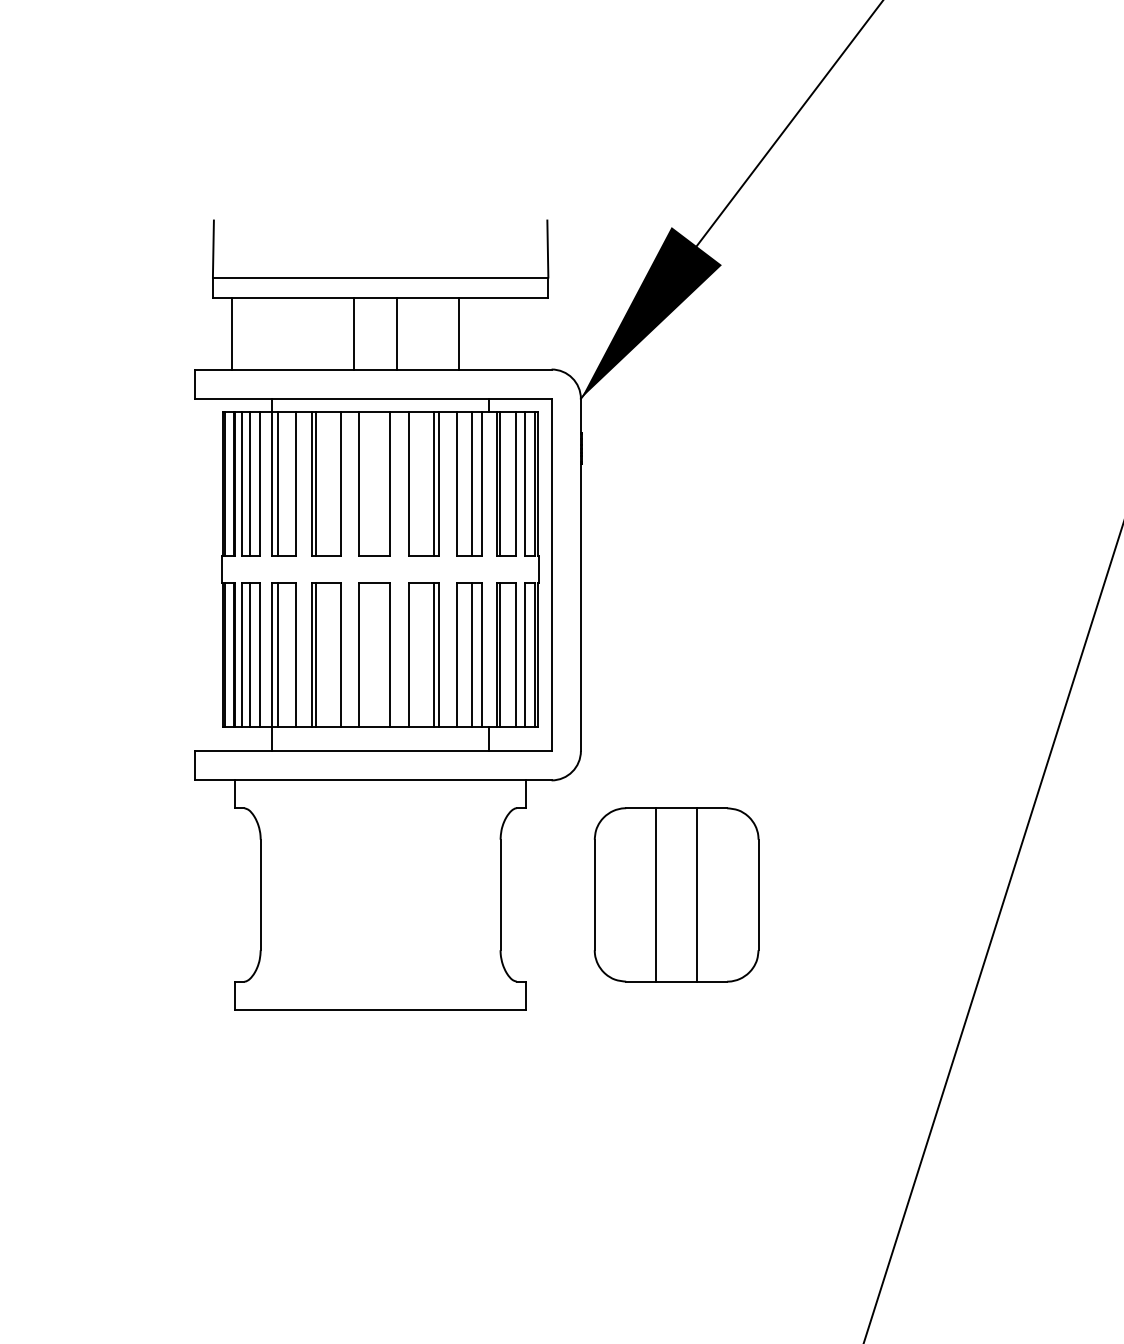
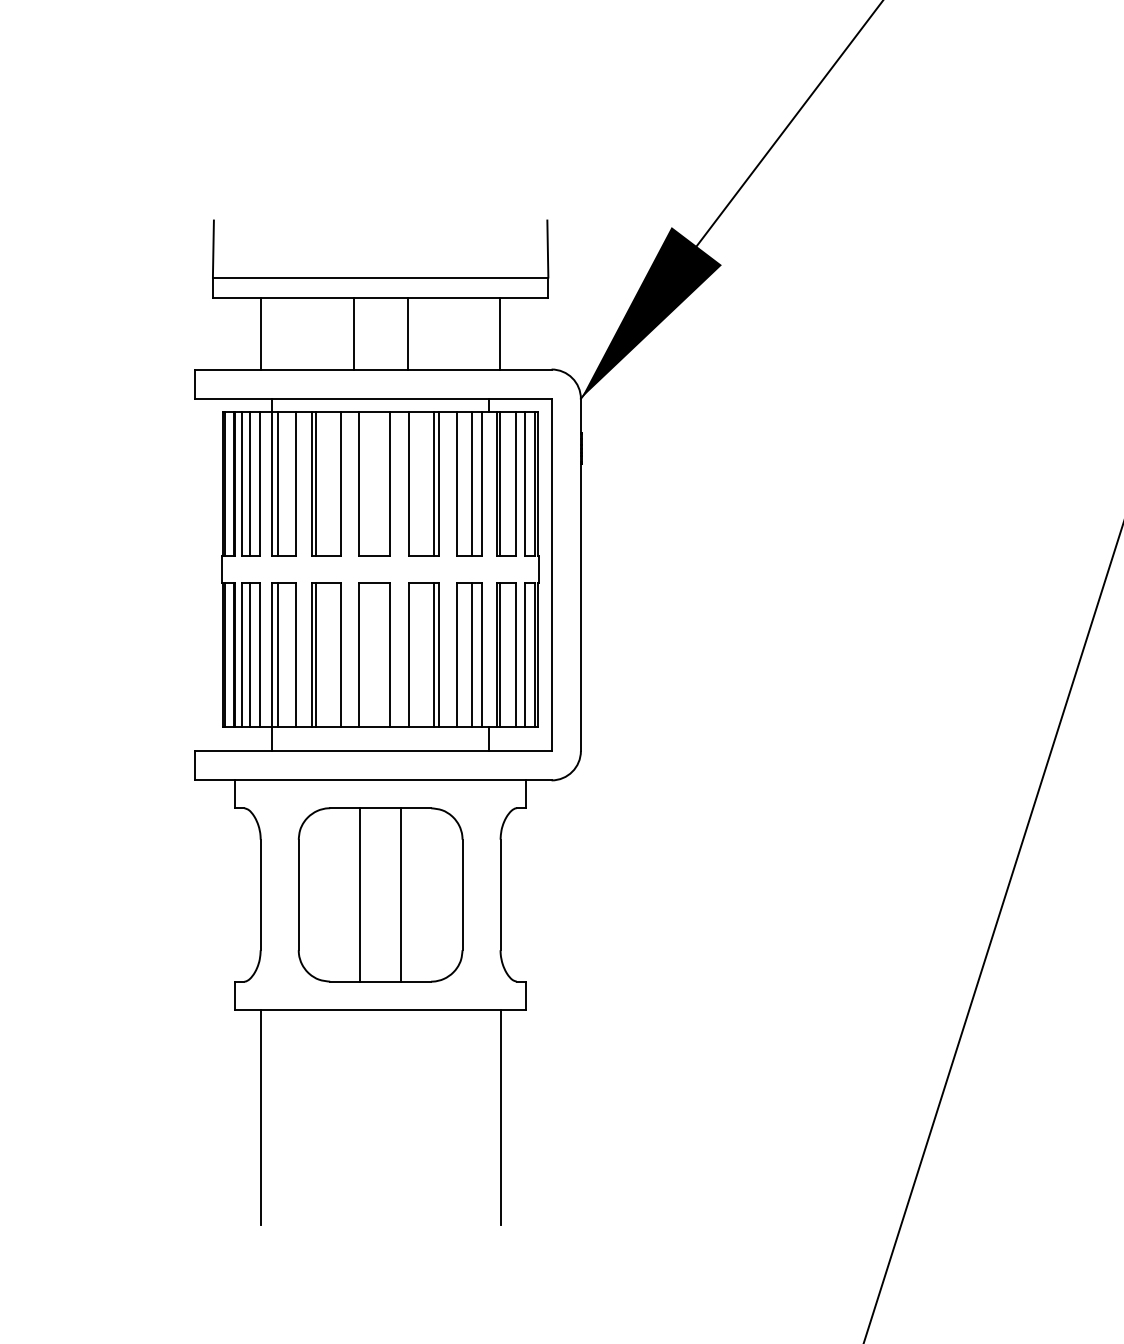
line at (232, 333) position: (232, 333) -> (261, 333)
line at (396, 333) position: (396, 333) -> (407, 333)
line at (458, 333) position: (458, 333) -> (499, 333)
part at (676, 894) position: (676, 894) -> (380, 894)
line at (260, 1117): none -> present
line at (500, 1117): none -> present
